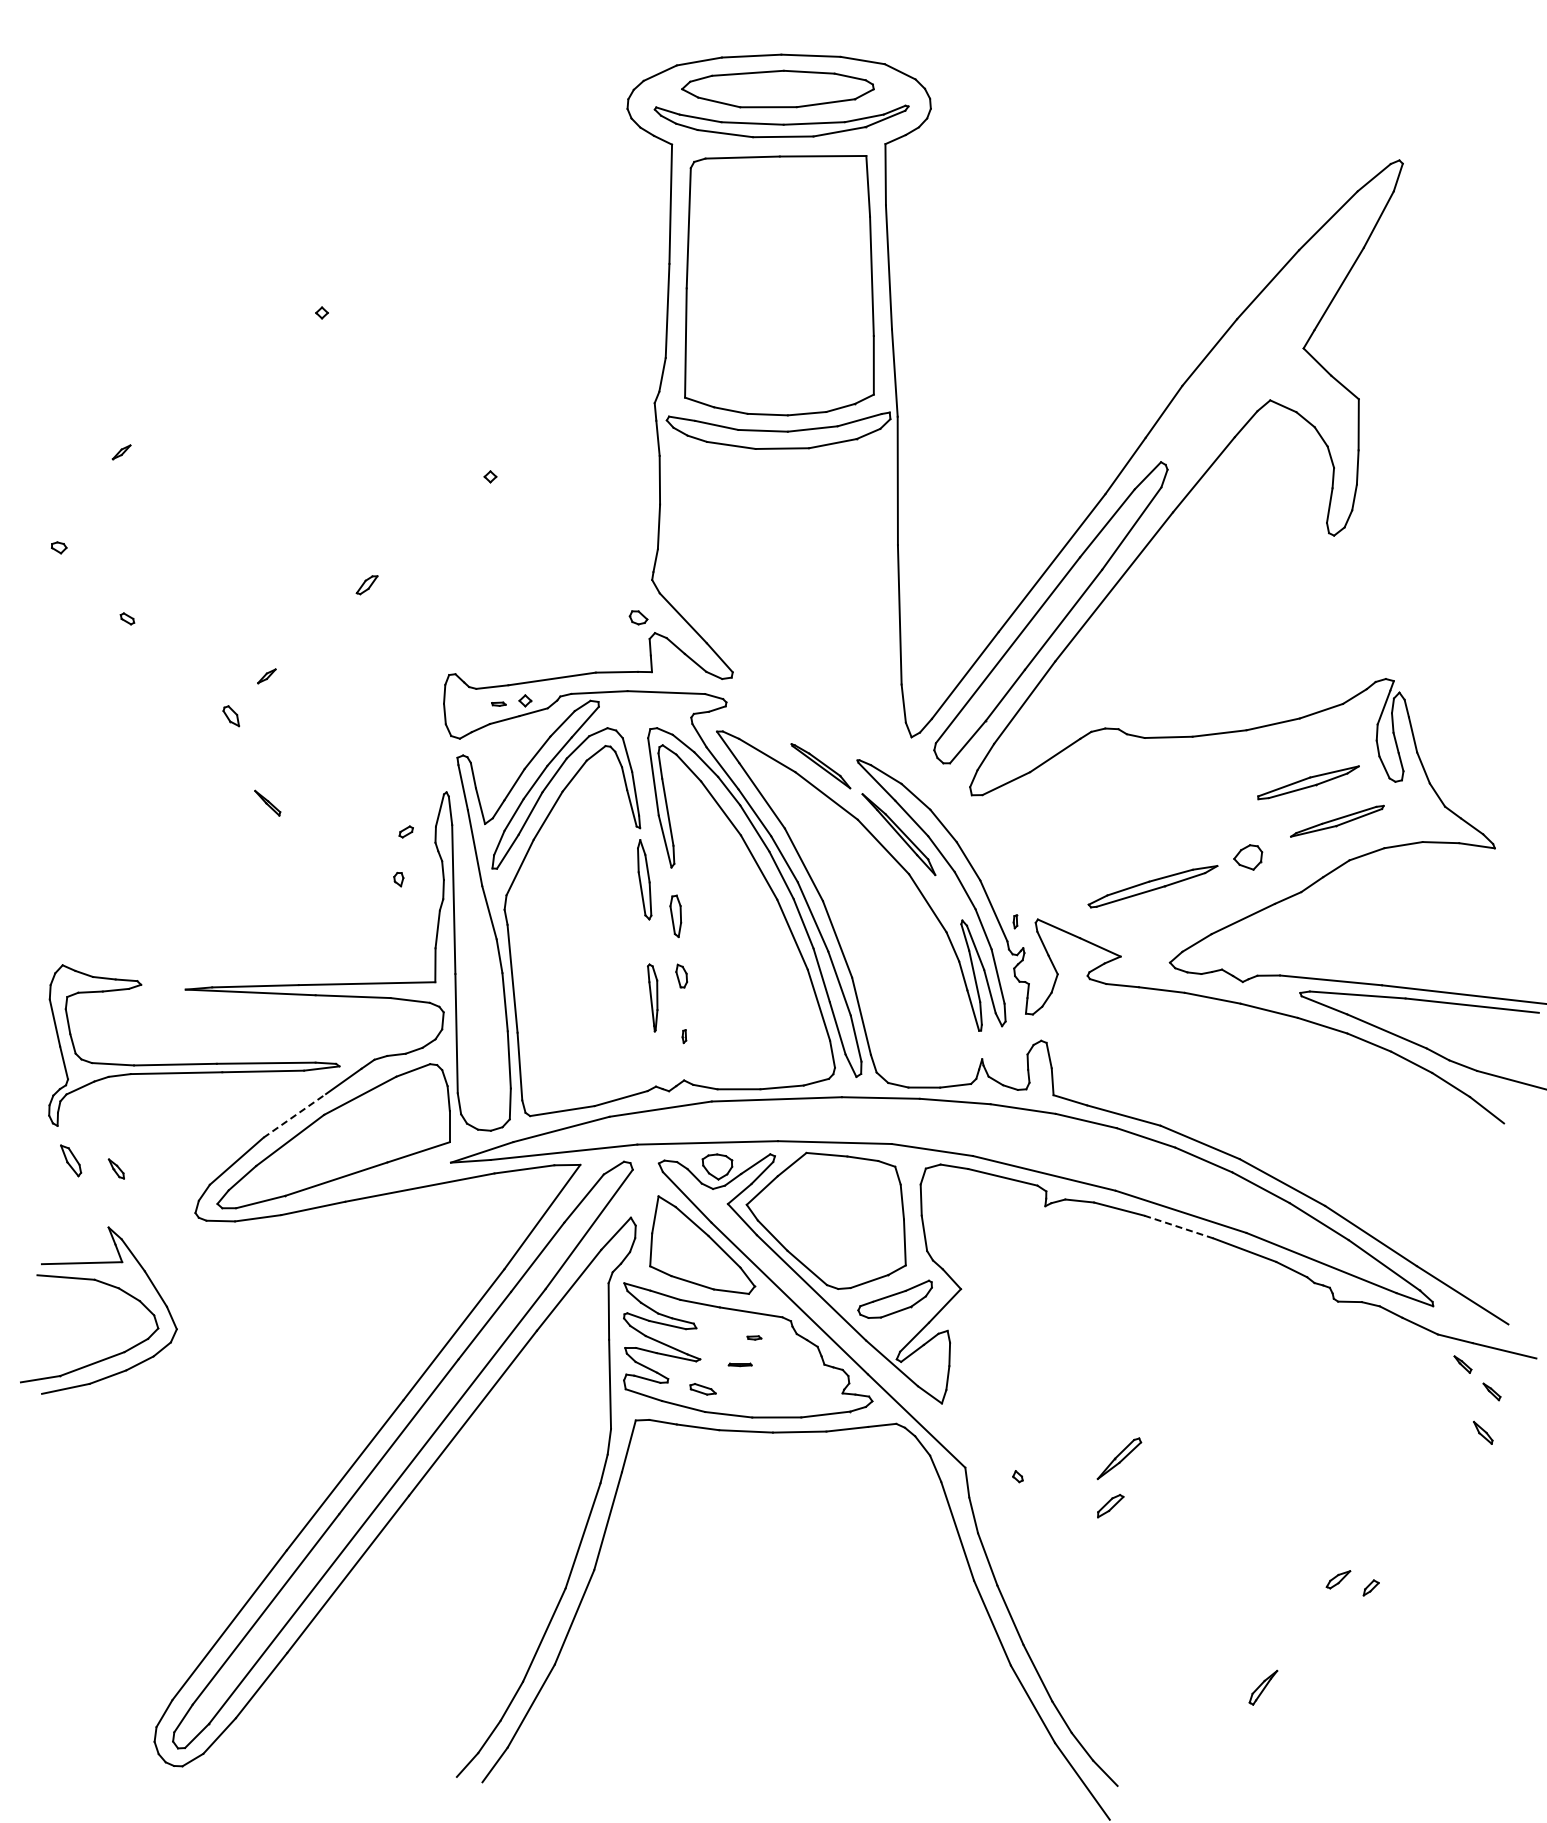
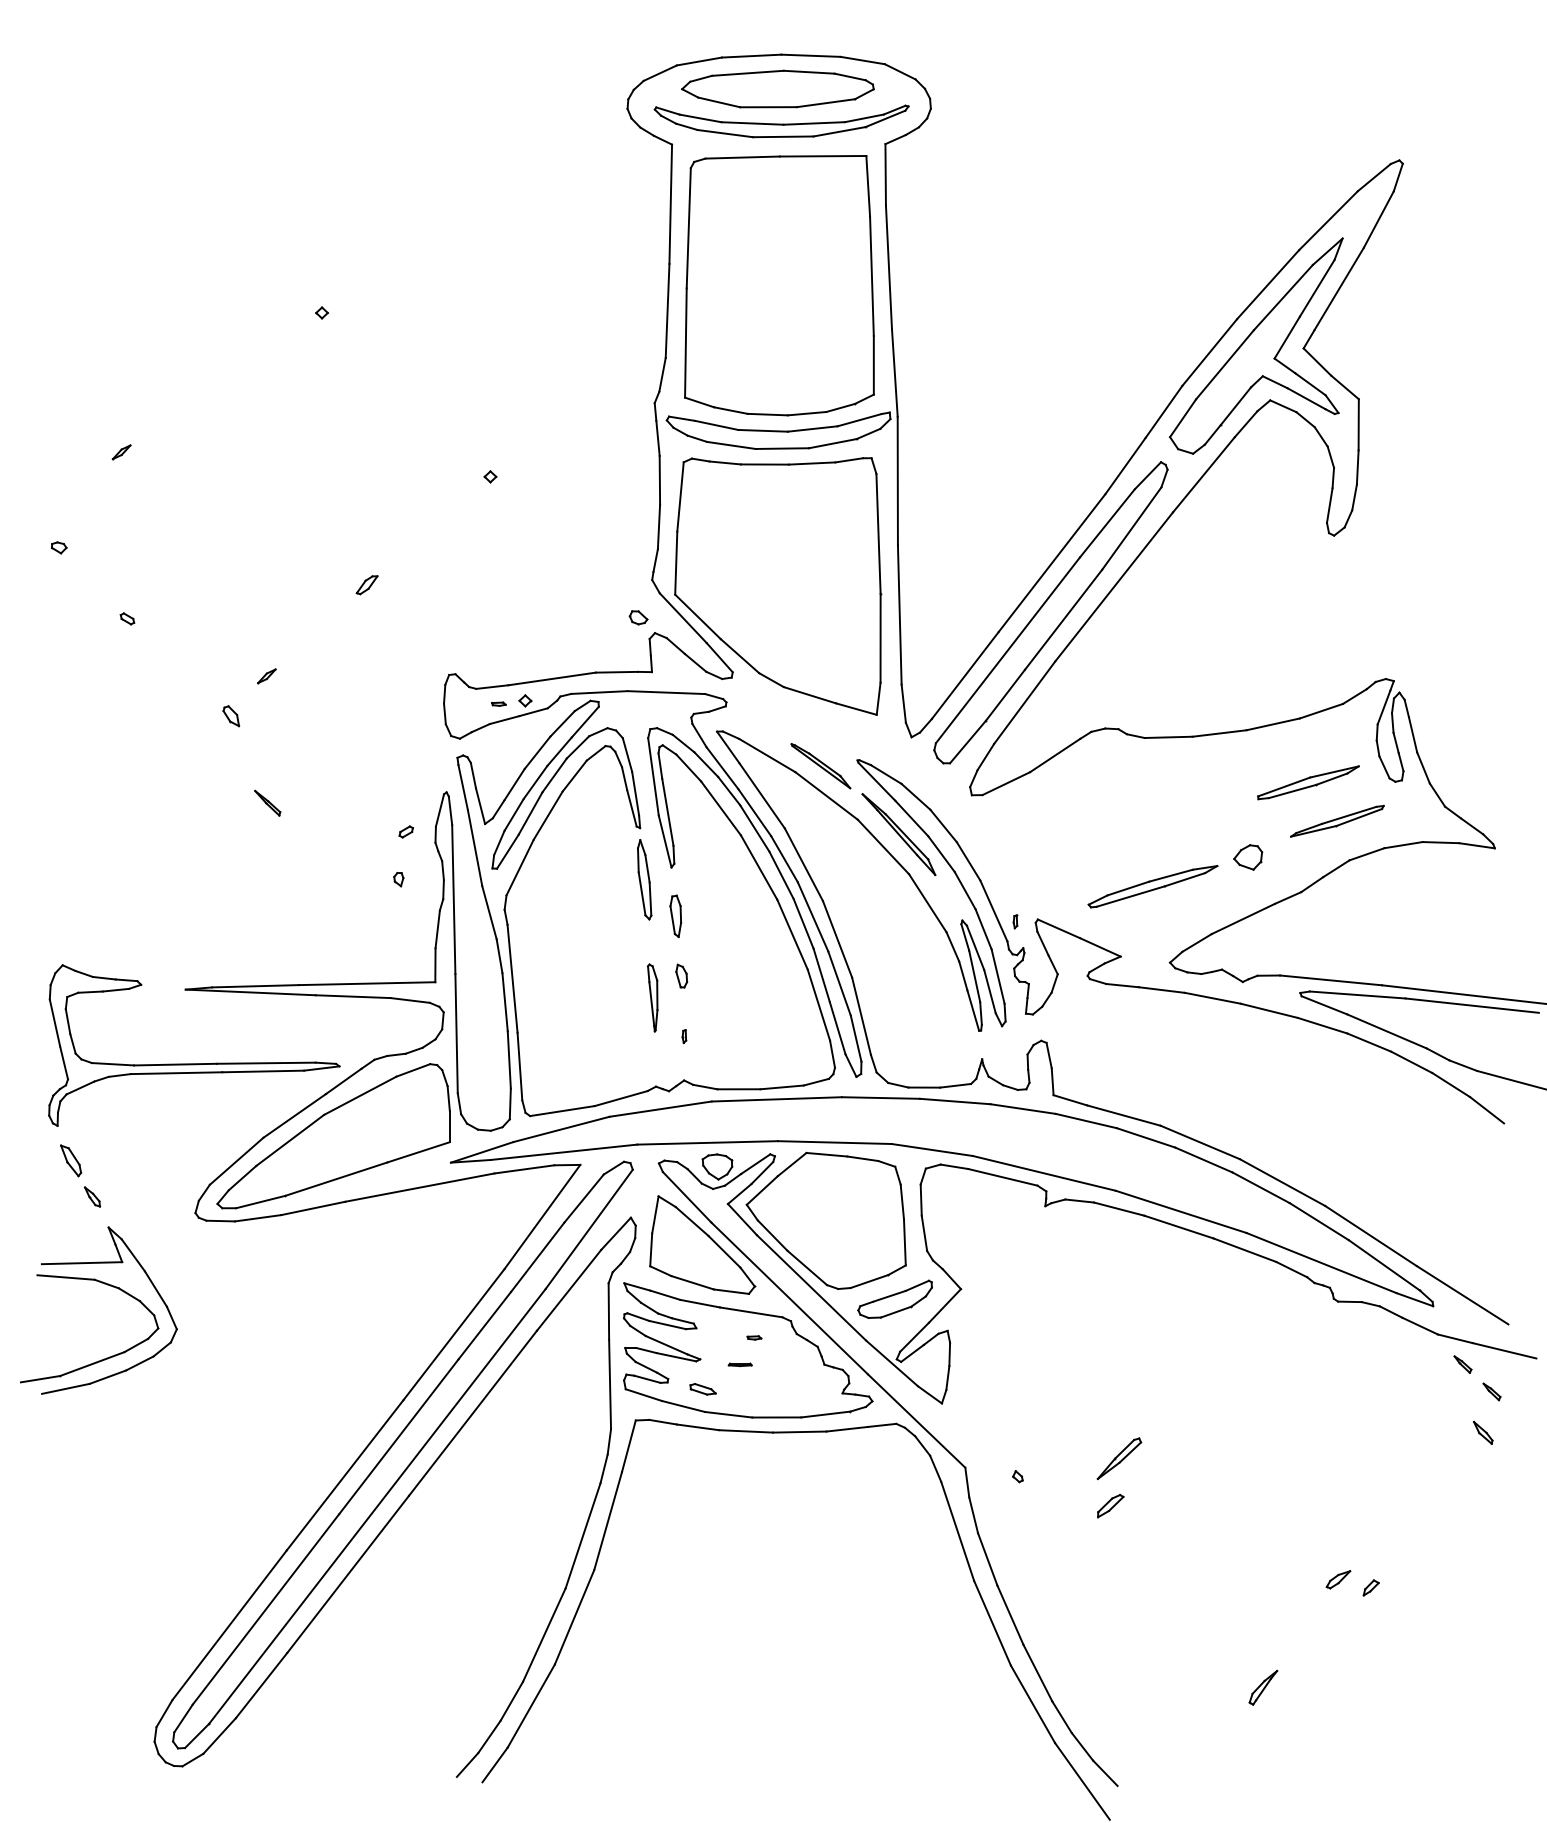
part at (1256, 345): none -> present
part at (778, 586): none -> present
line at (295, 1115): dashed -> solid
part at (115, 1168) position: (115, 1168) -> (91, 1196)
line at (1178, 1226): dashed -> solid
